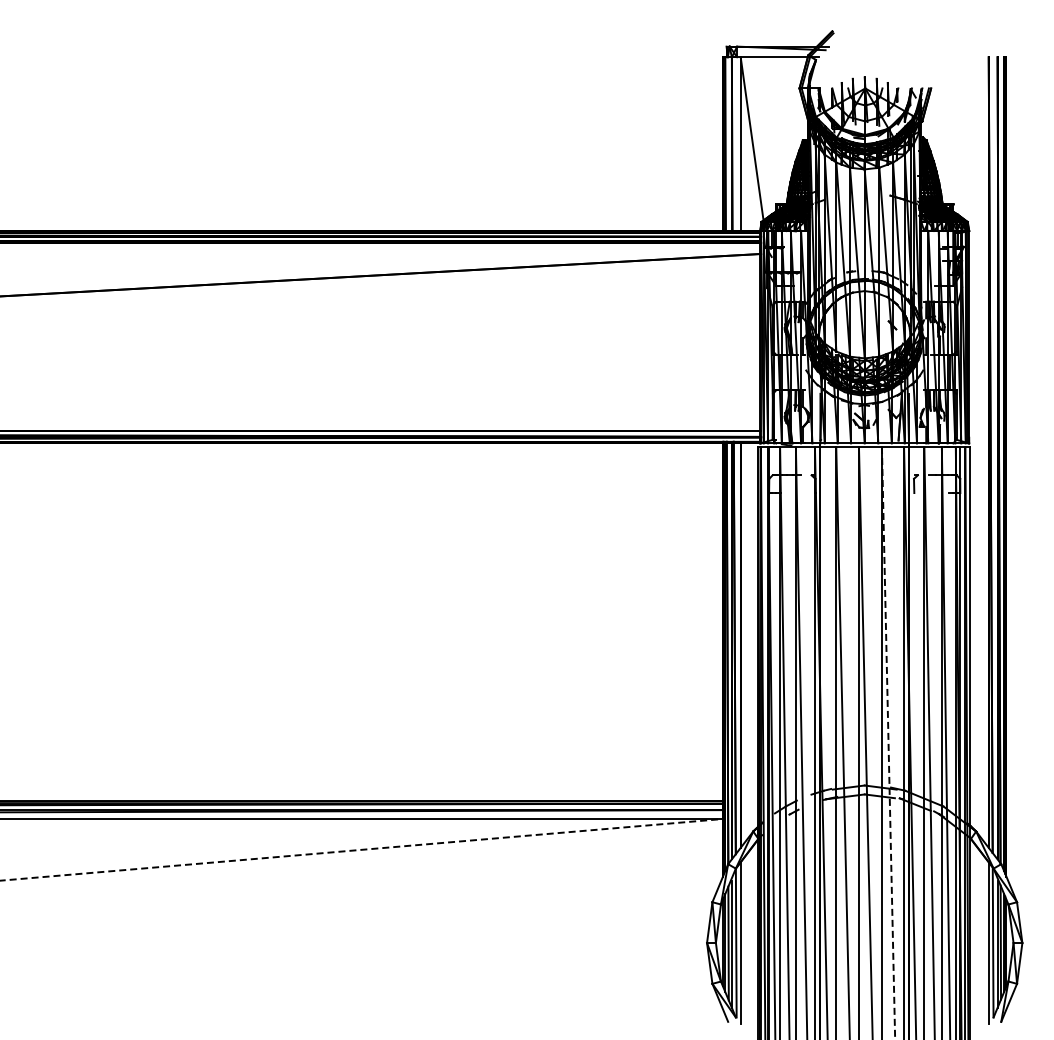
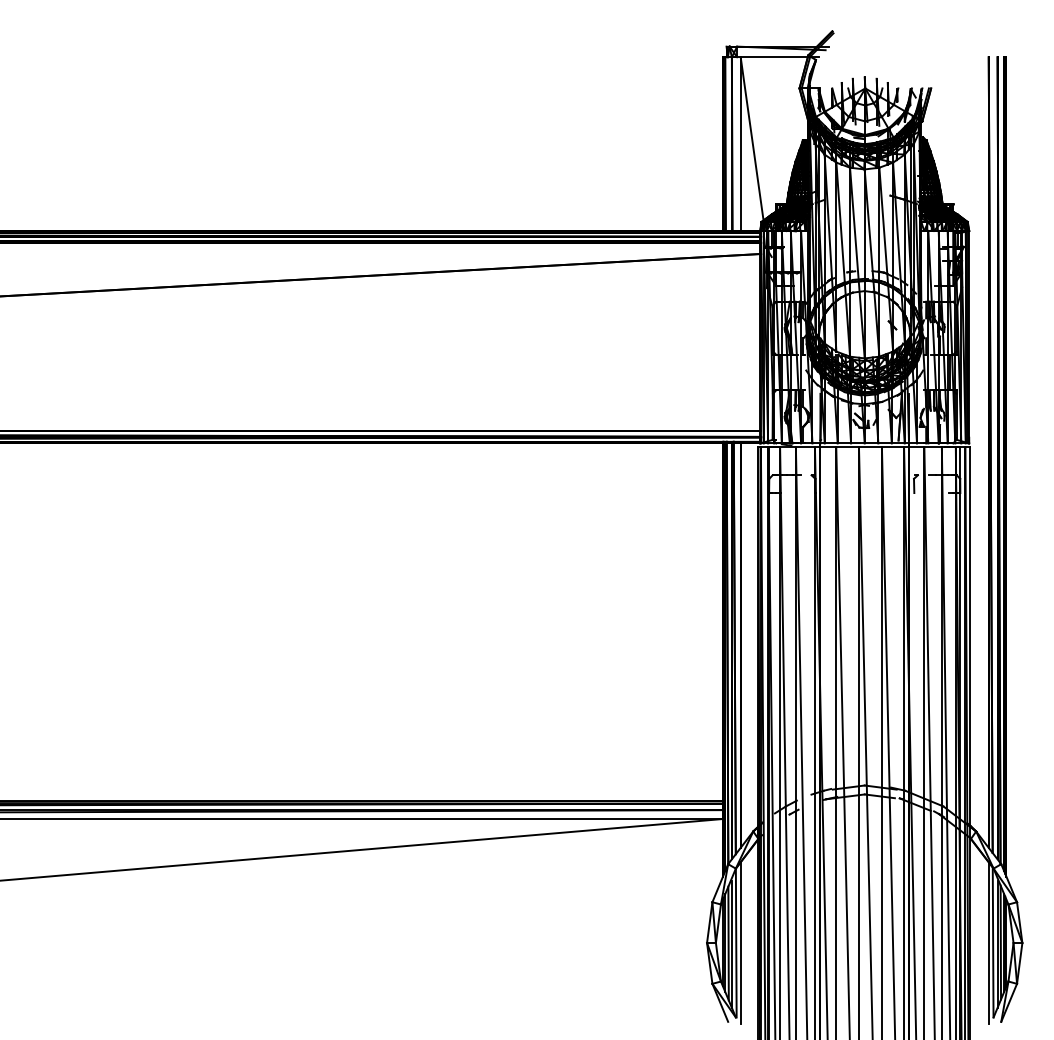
line at (888, 743): dashed -> solid
line at (362, 849): dashed -> solid
